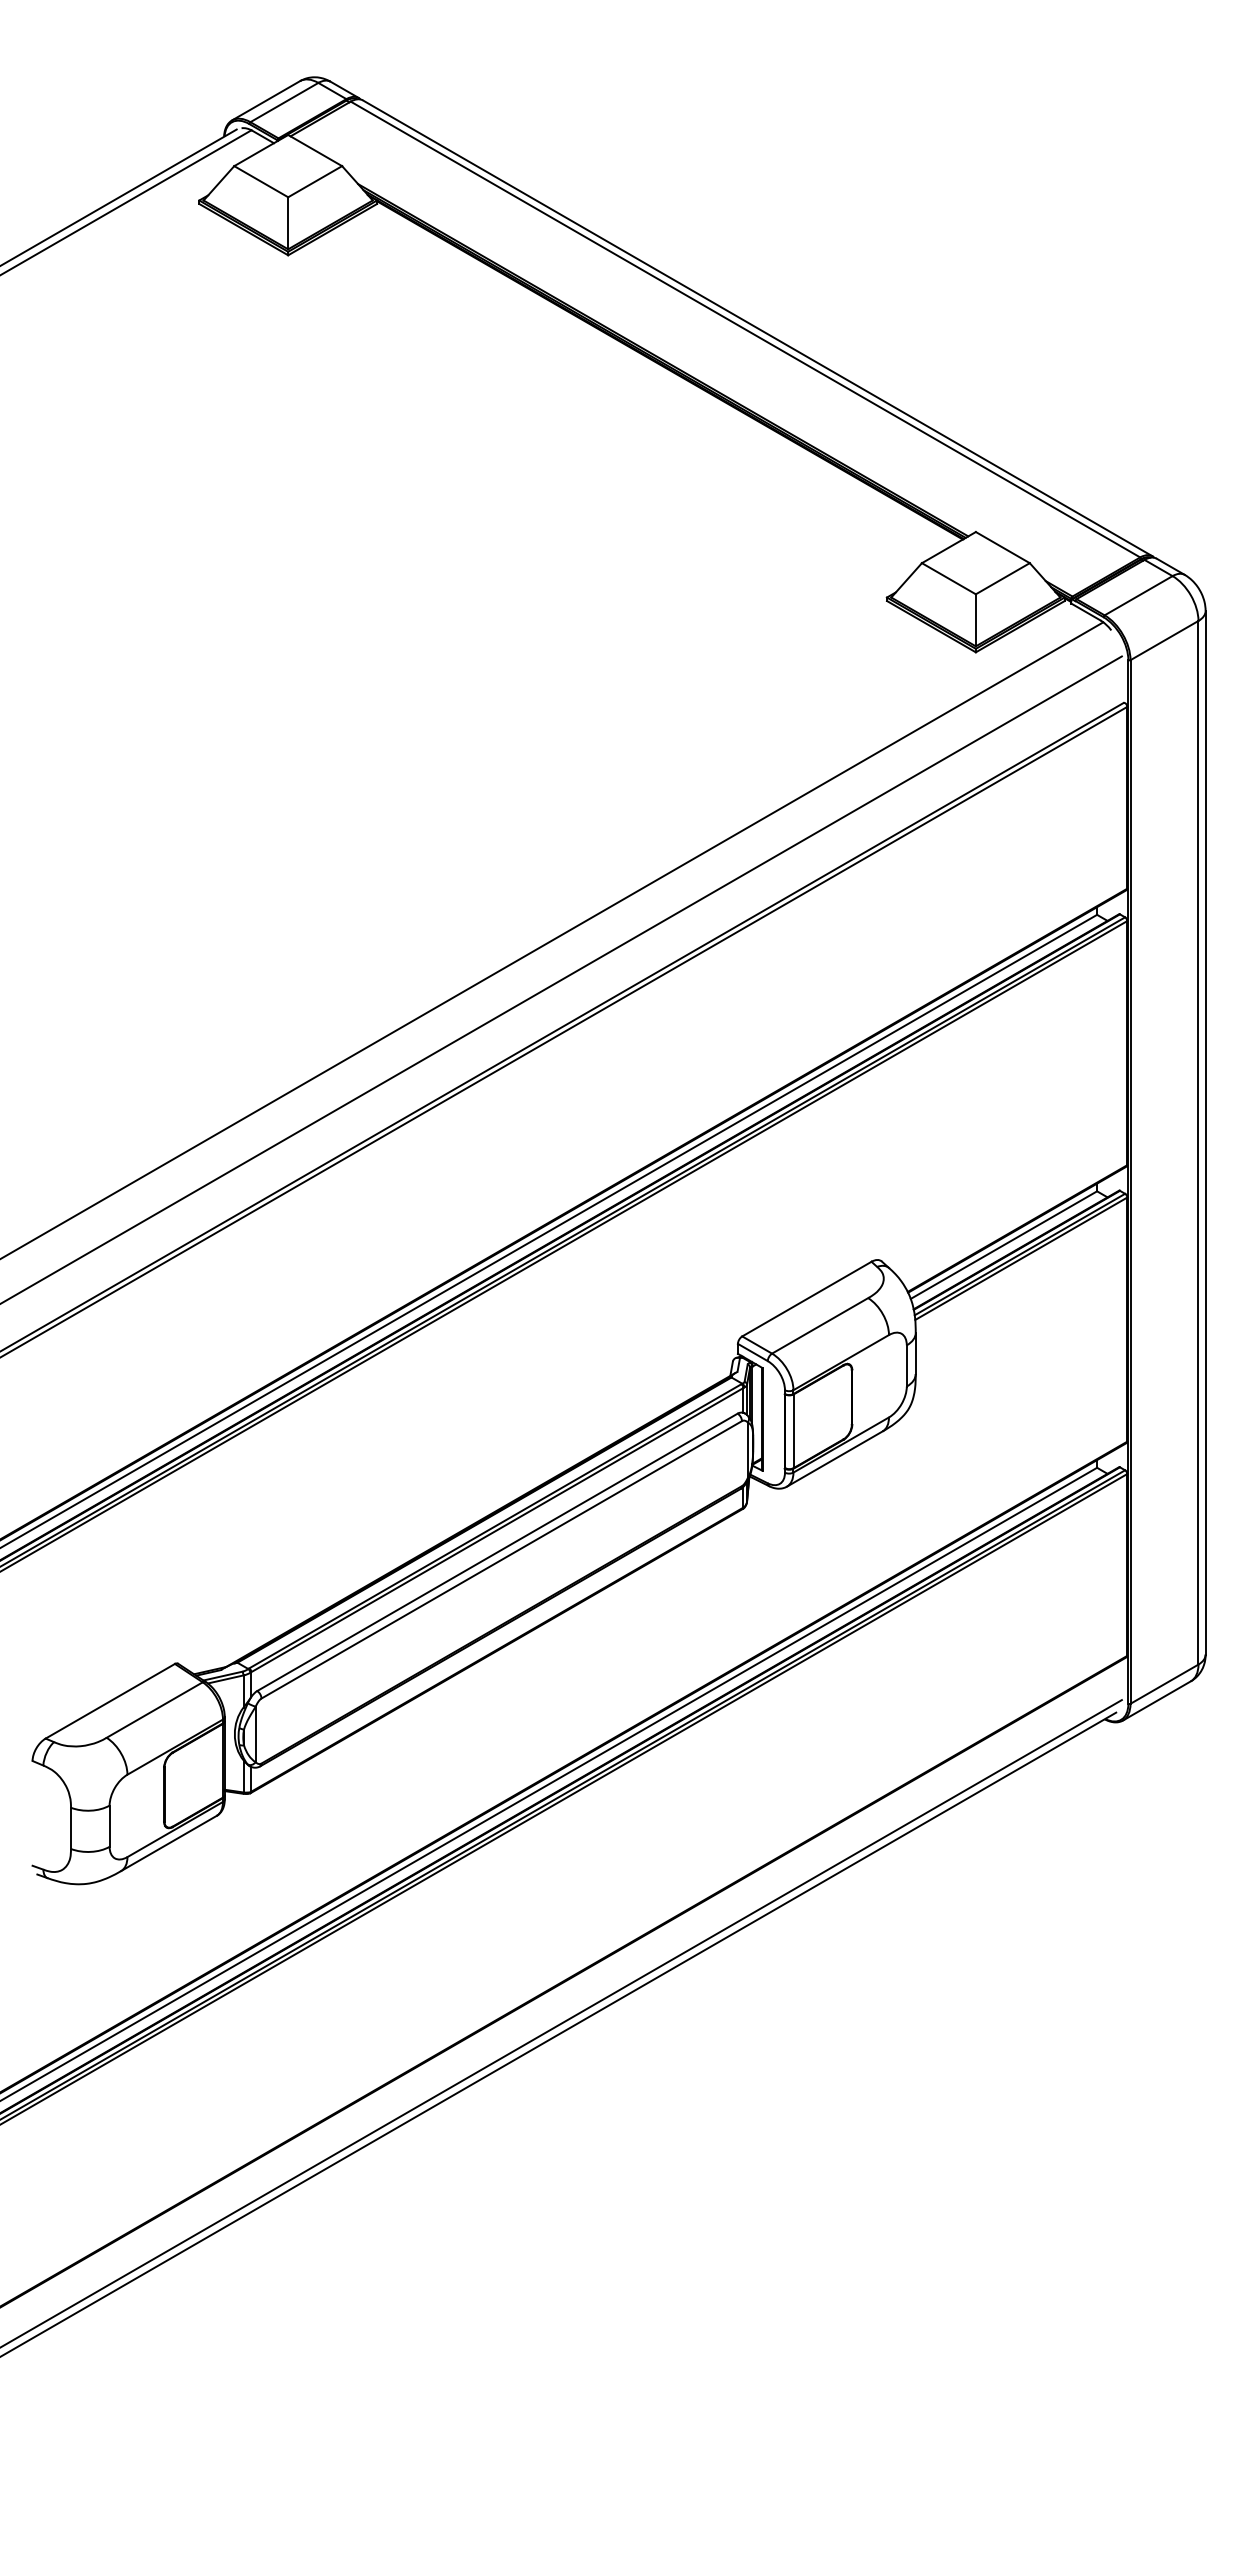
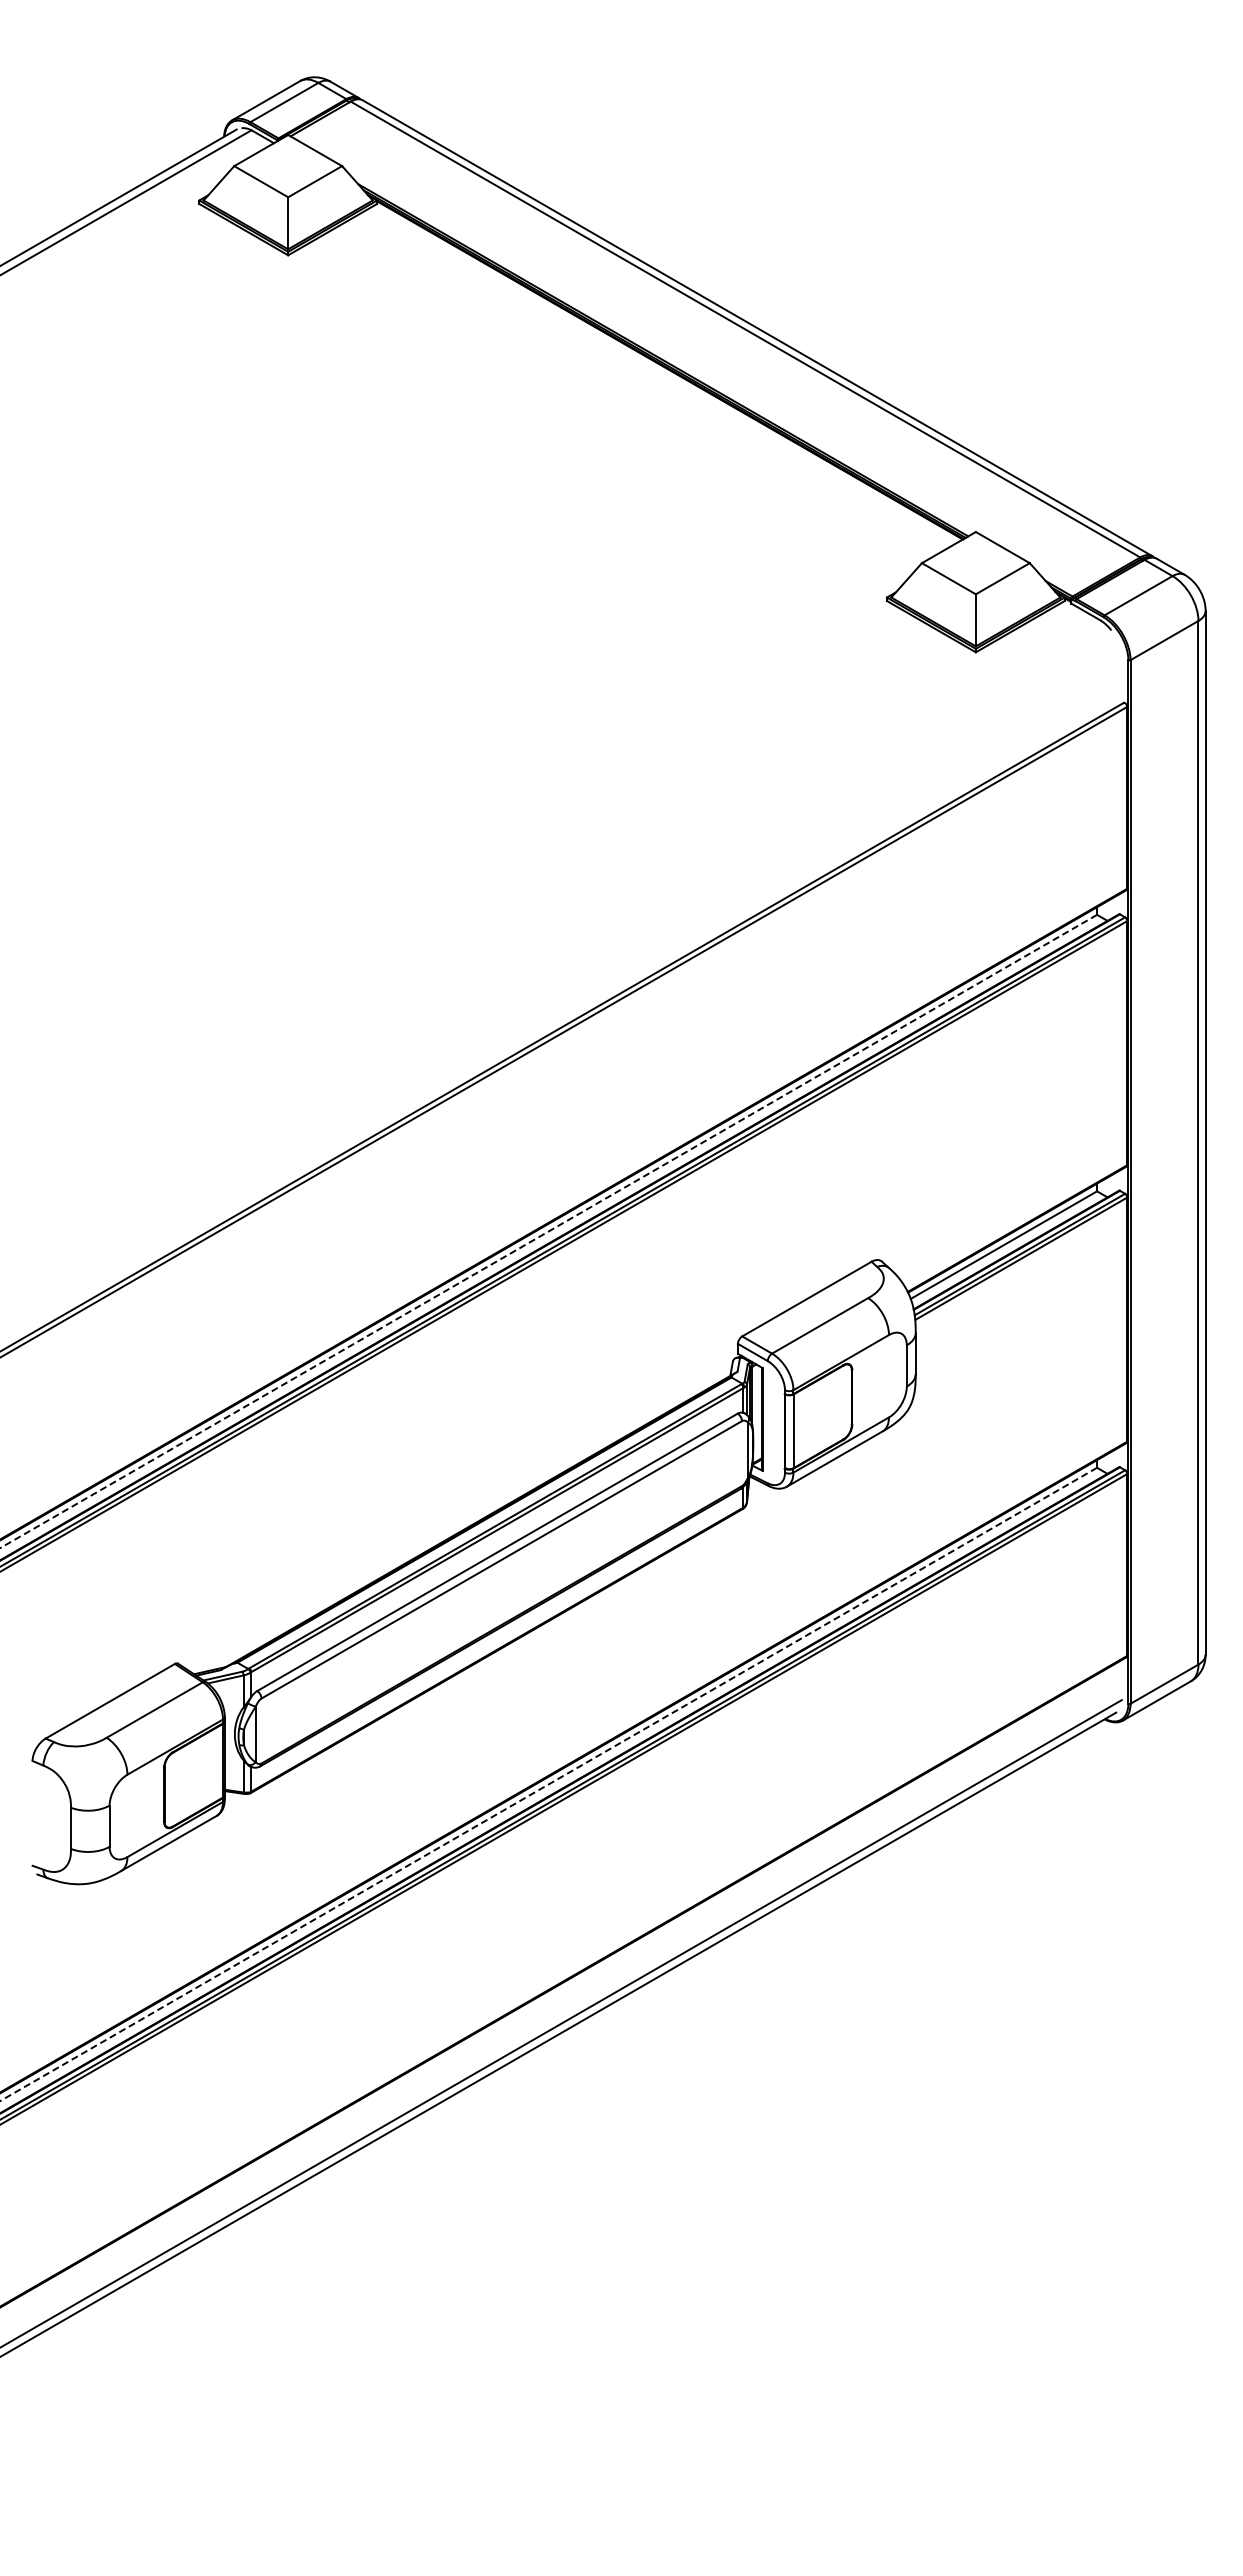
line at (552, 939): present -> none
line at (561, 979): present -> none
line at (548, 1231): solid -> dashed
line at (548, 1784): solid -> dashed
